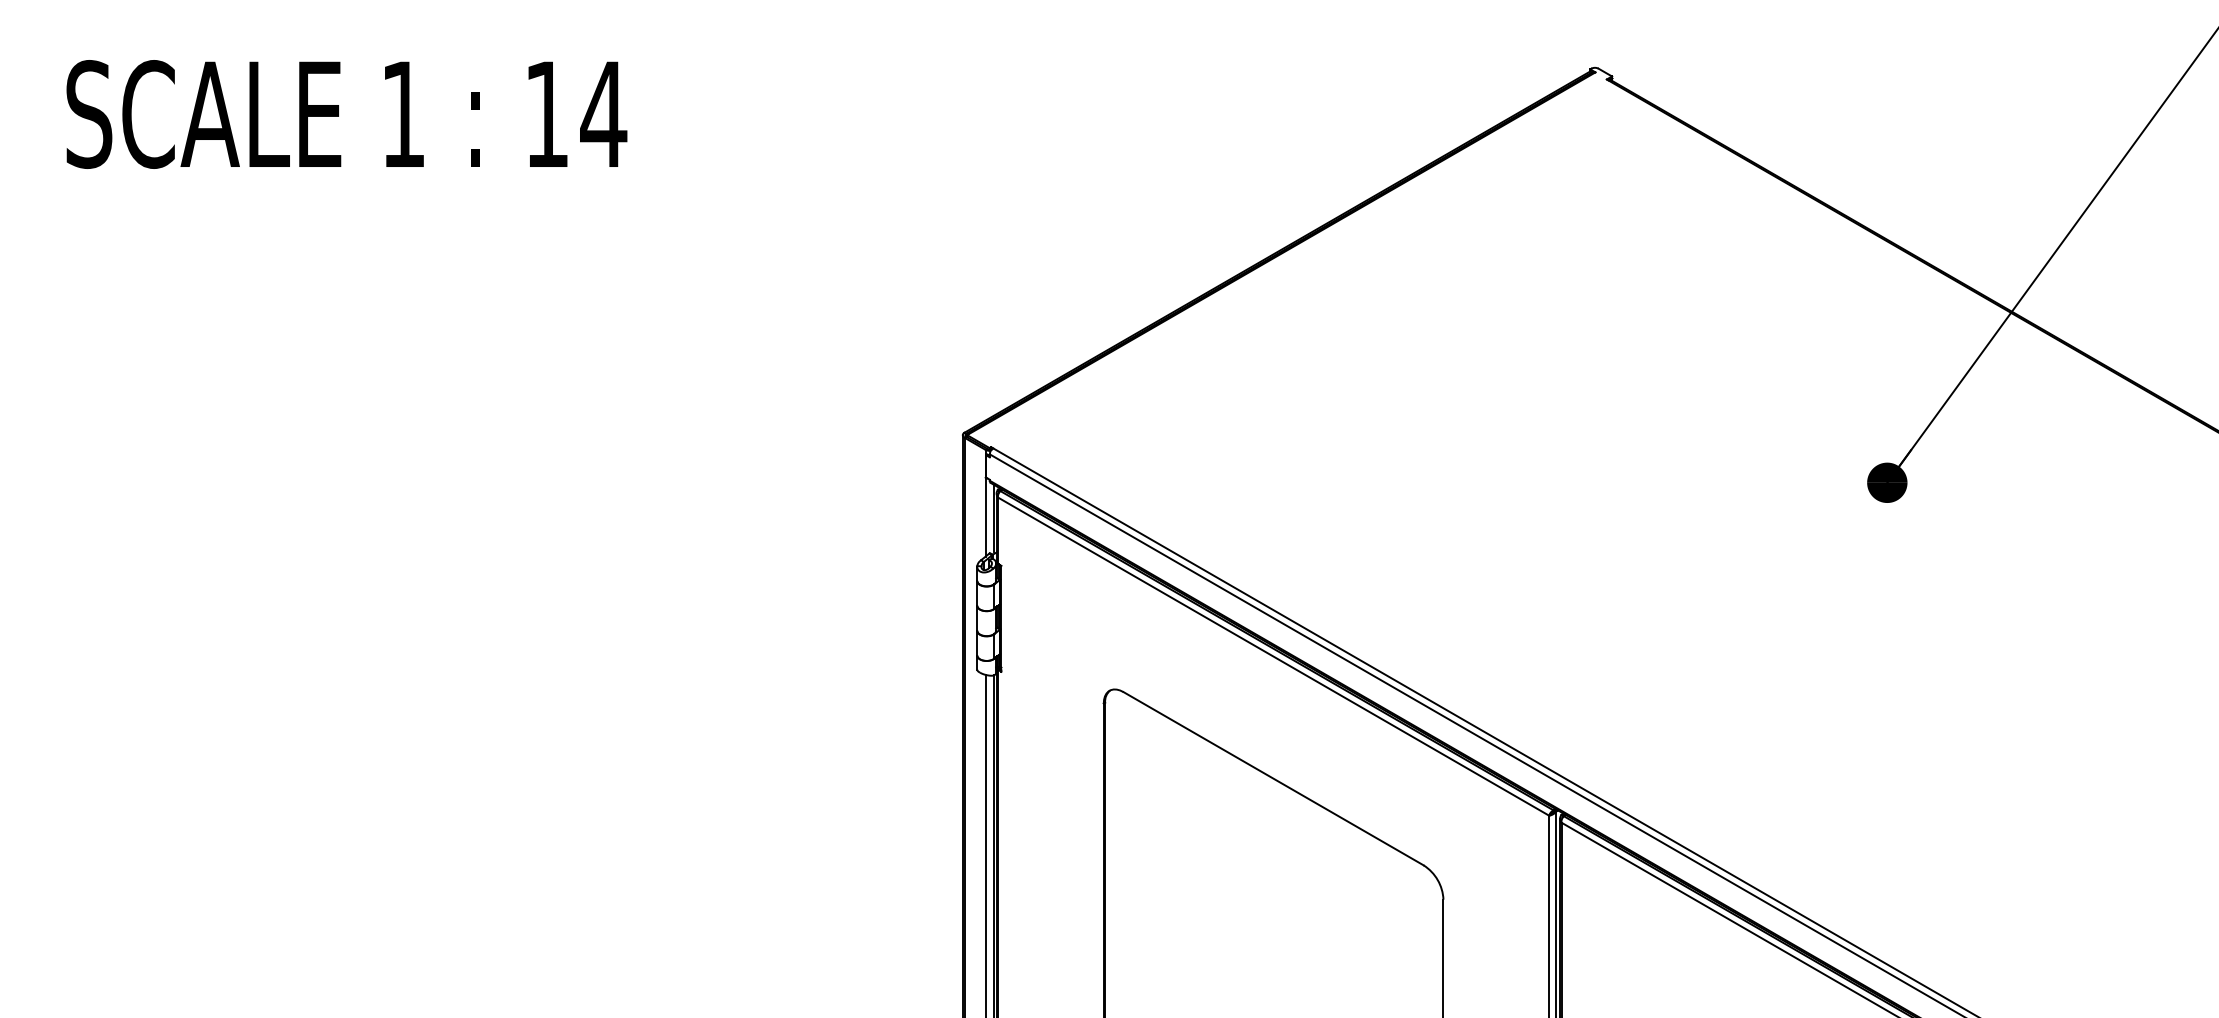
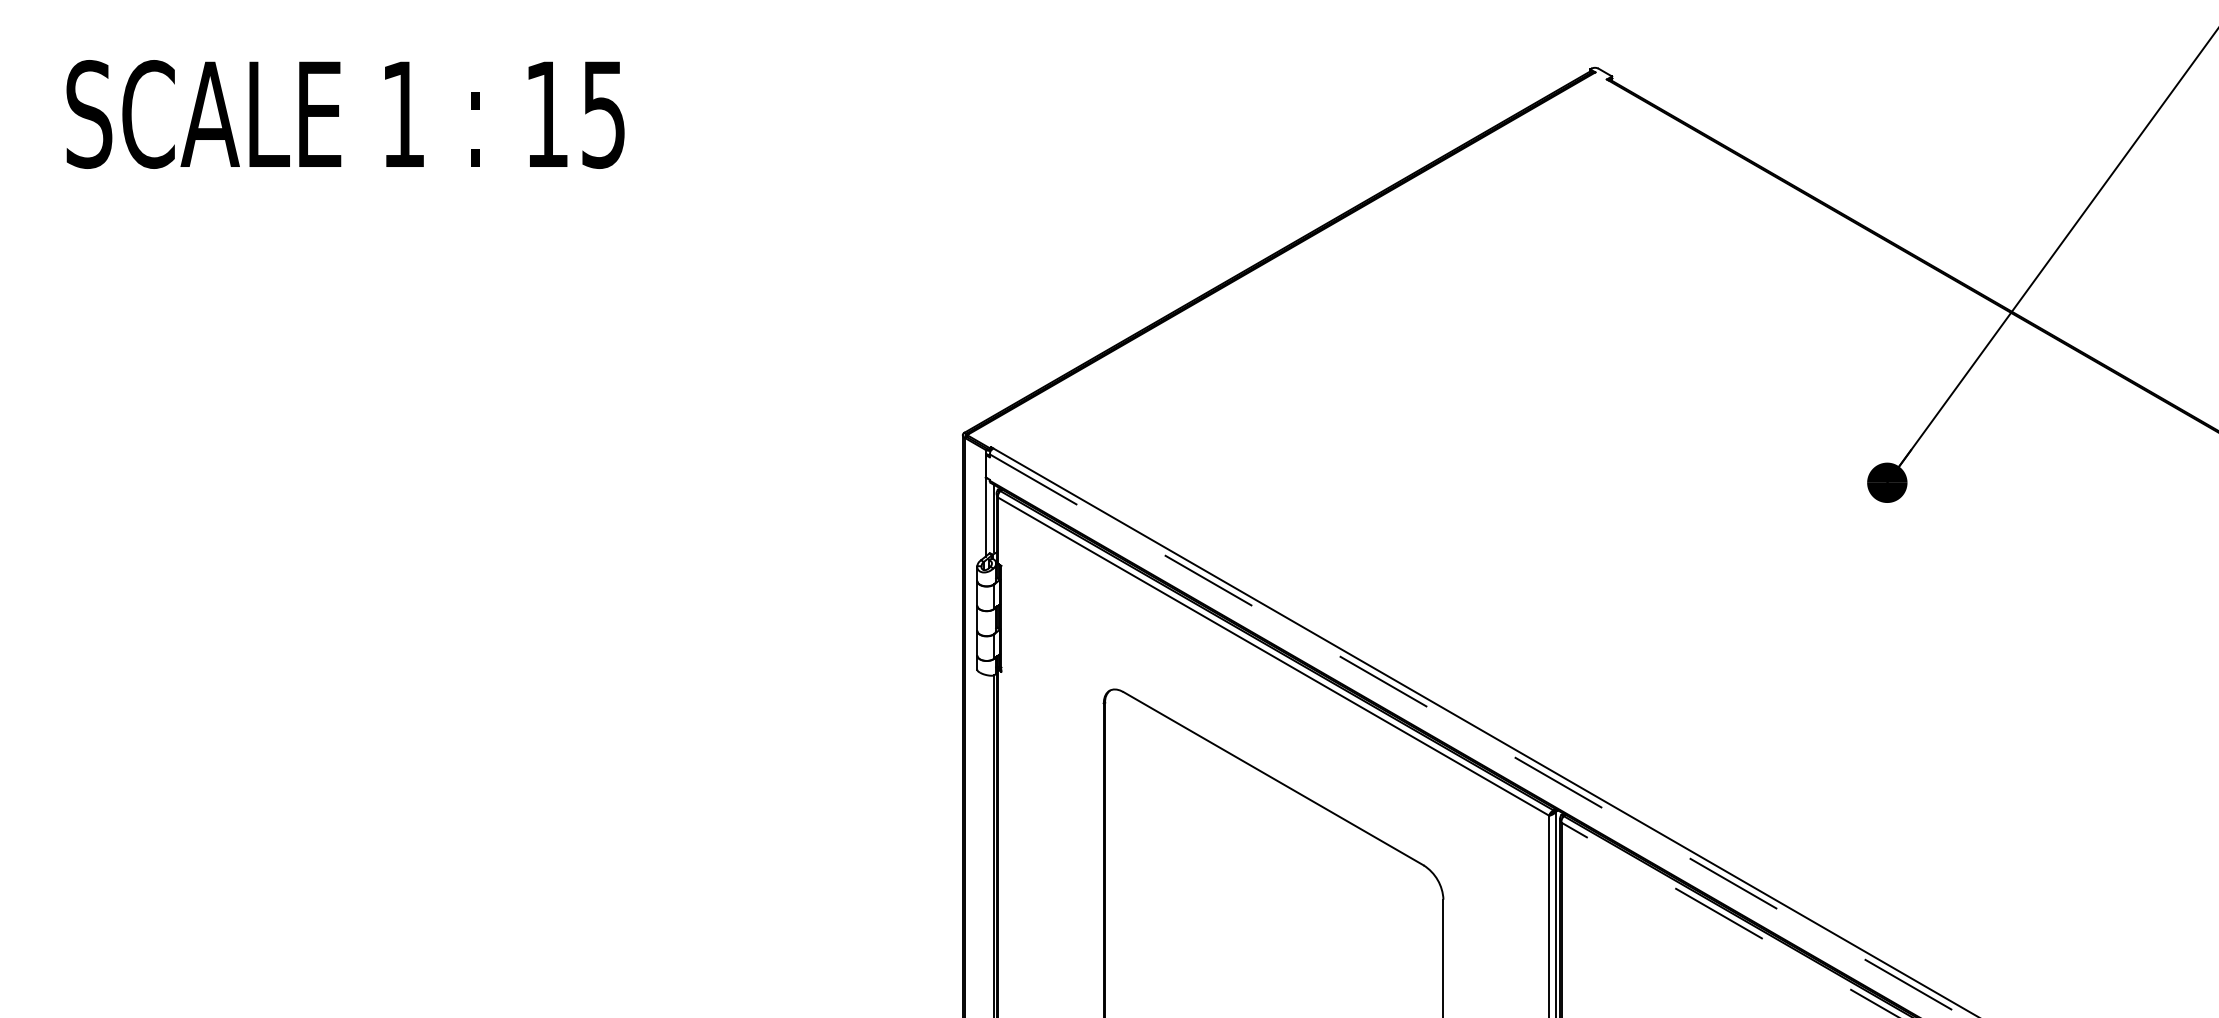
text at (603, 114): 14 -> 15
line at (1478, 736): solid -> dashed
line at (985, 844): present -> none
line at (1730, 920): solid -> dashed
